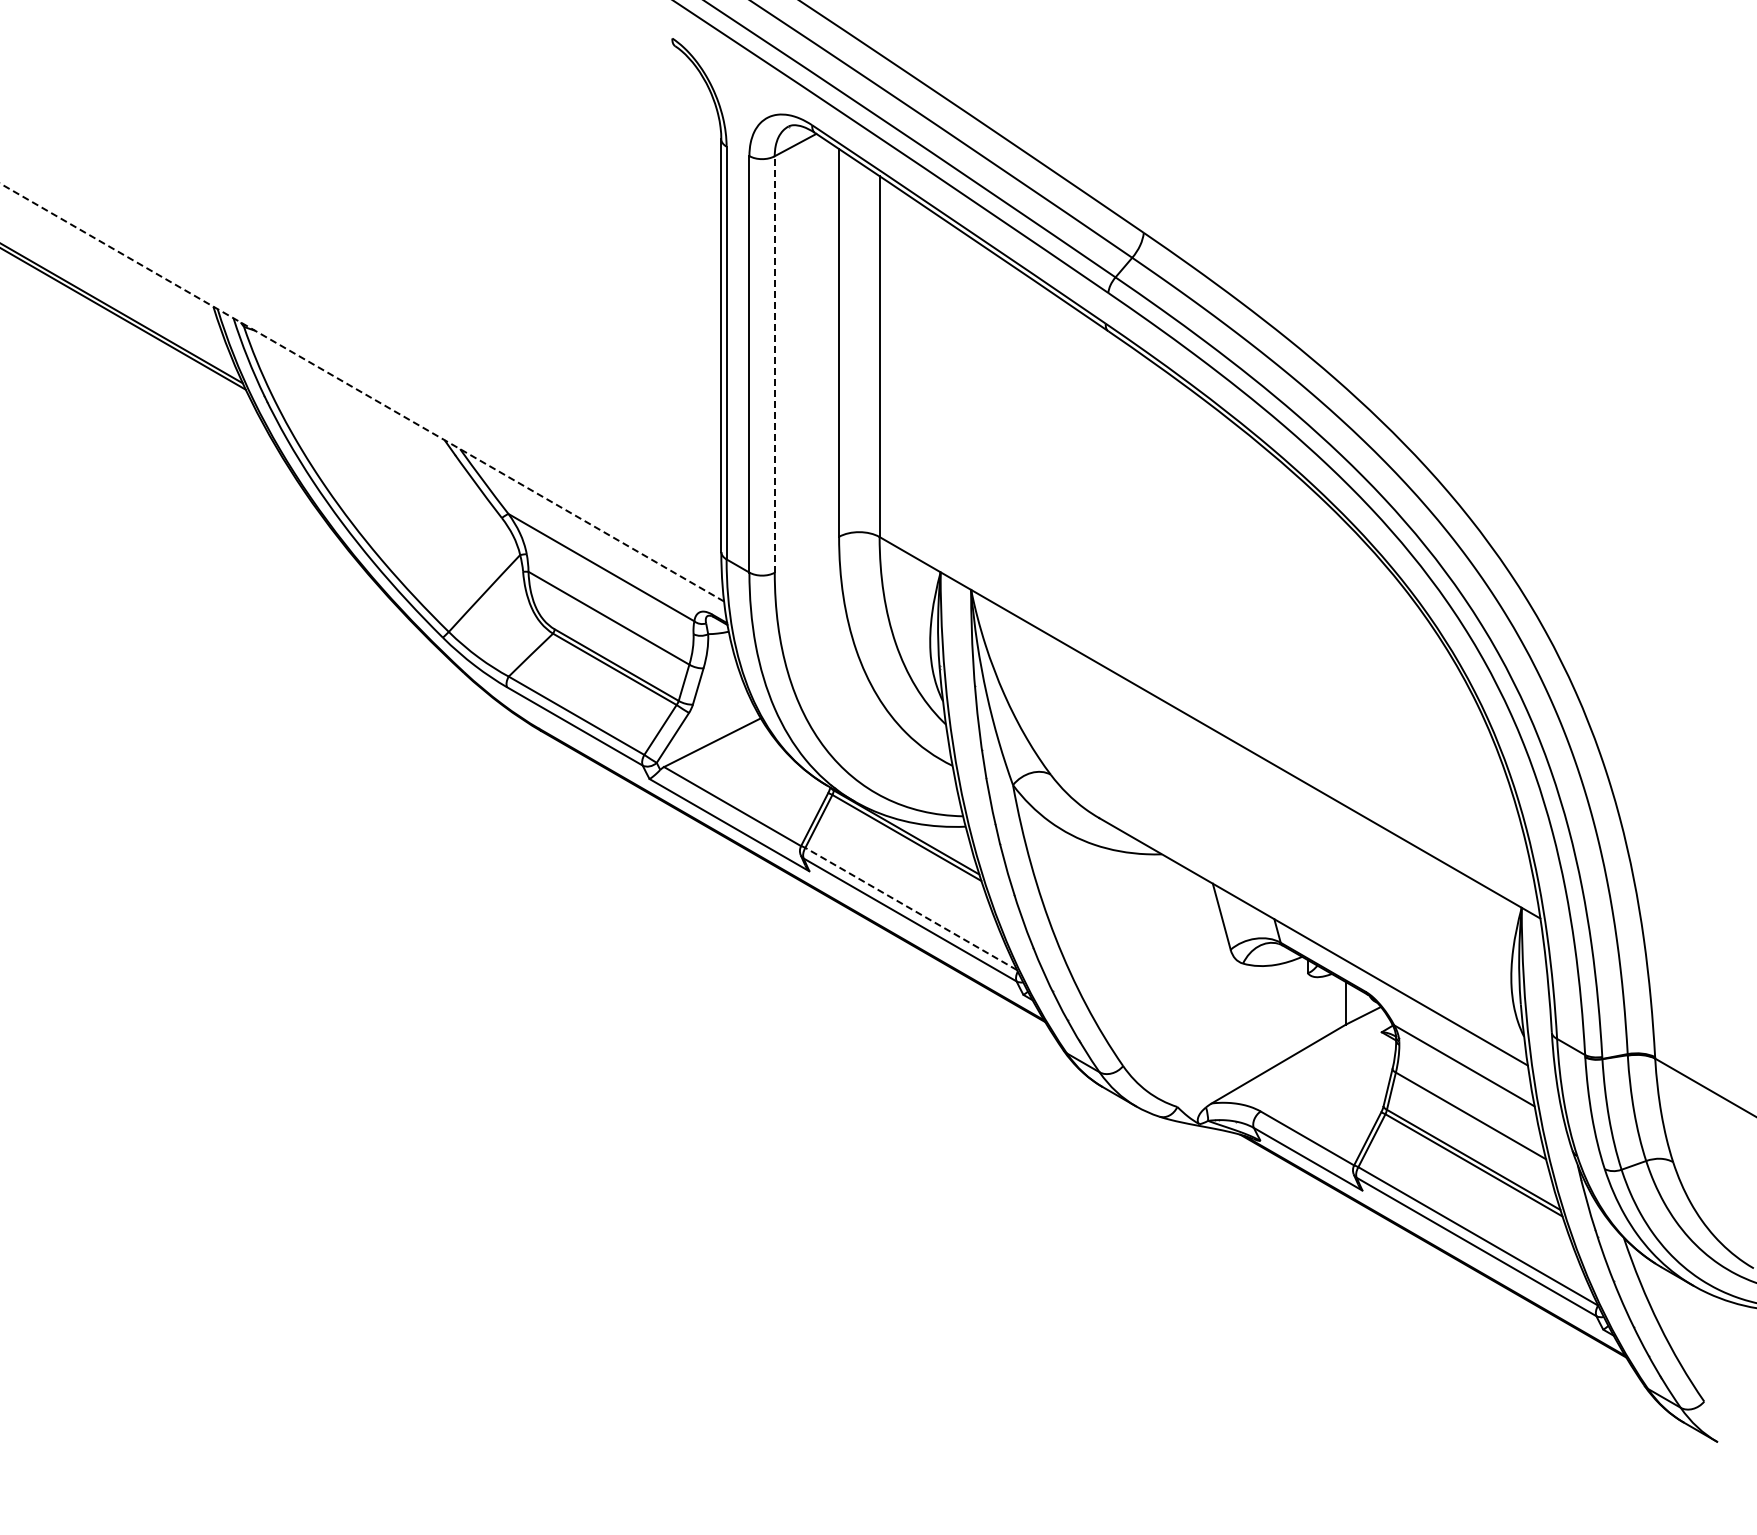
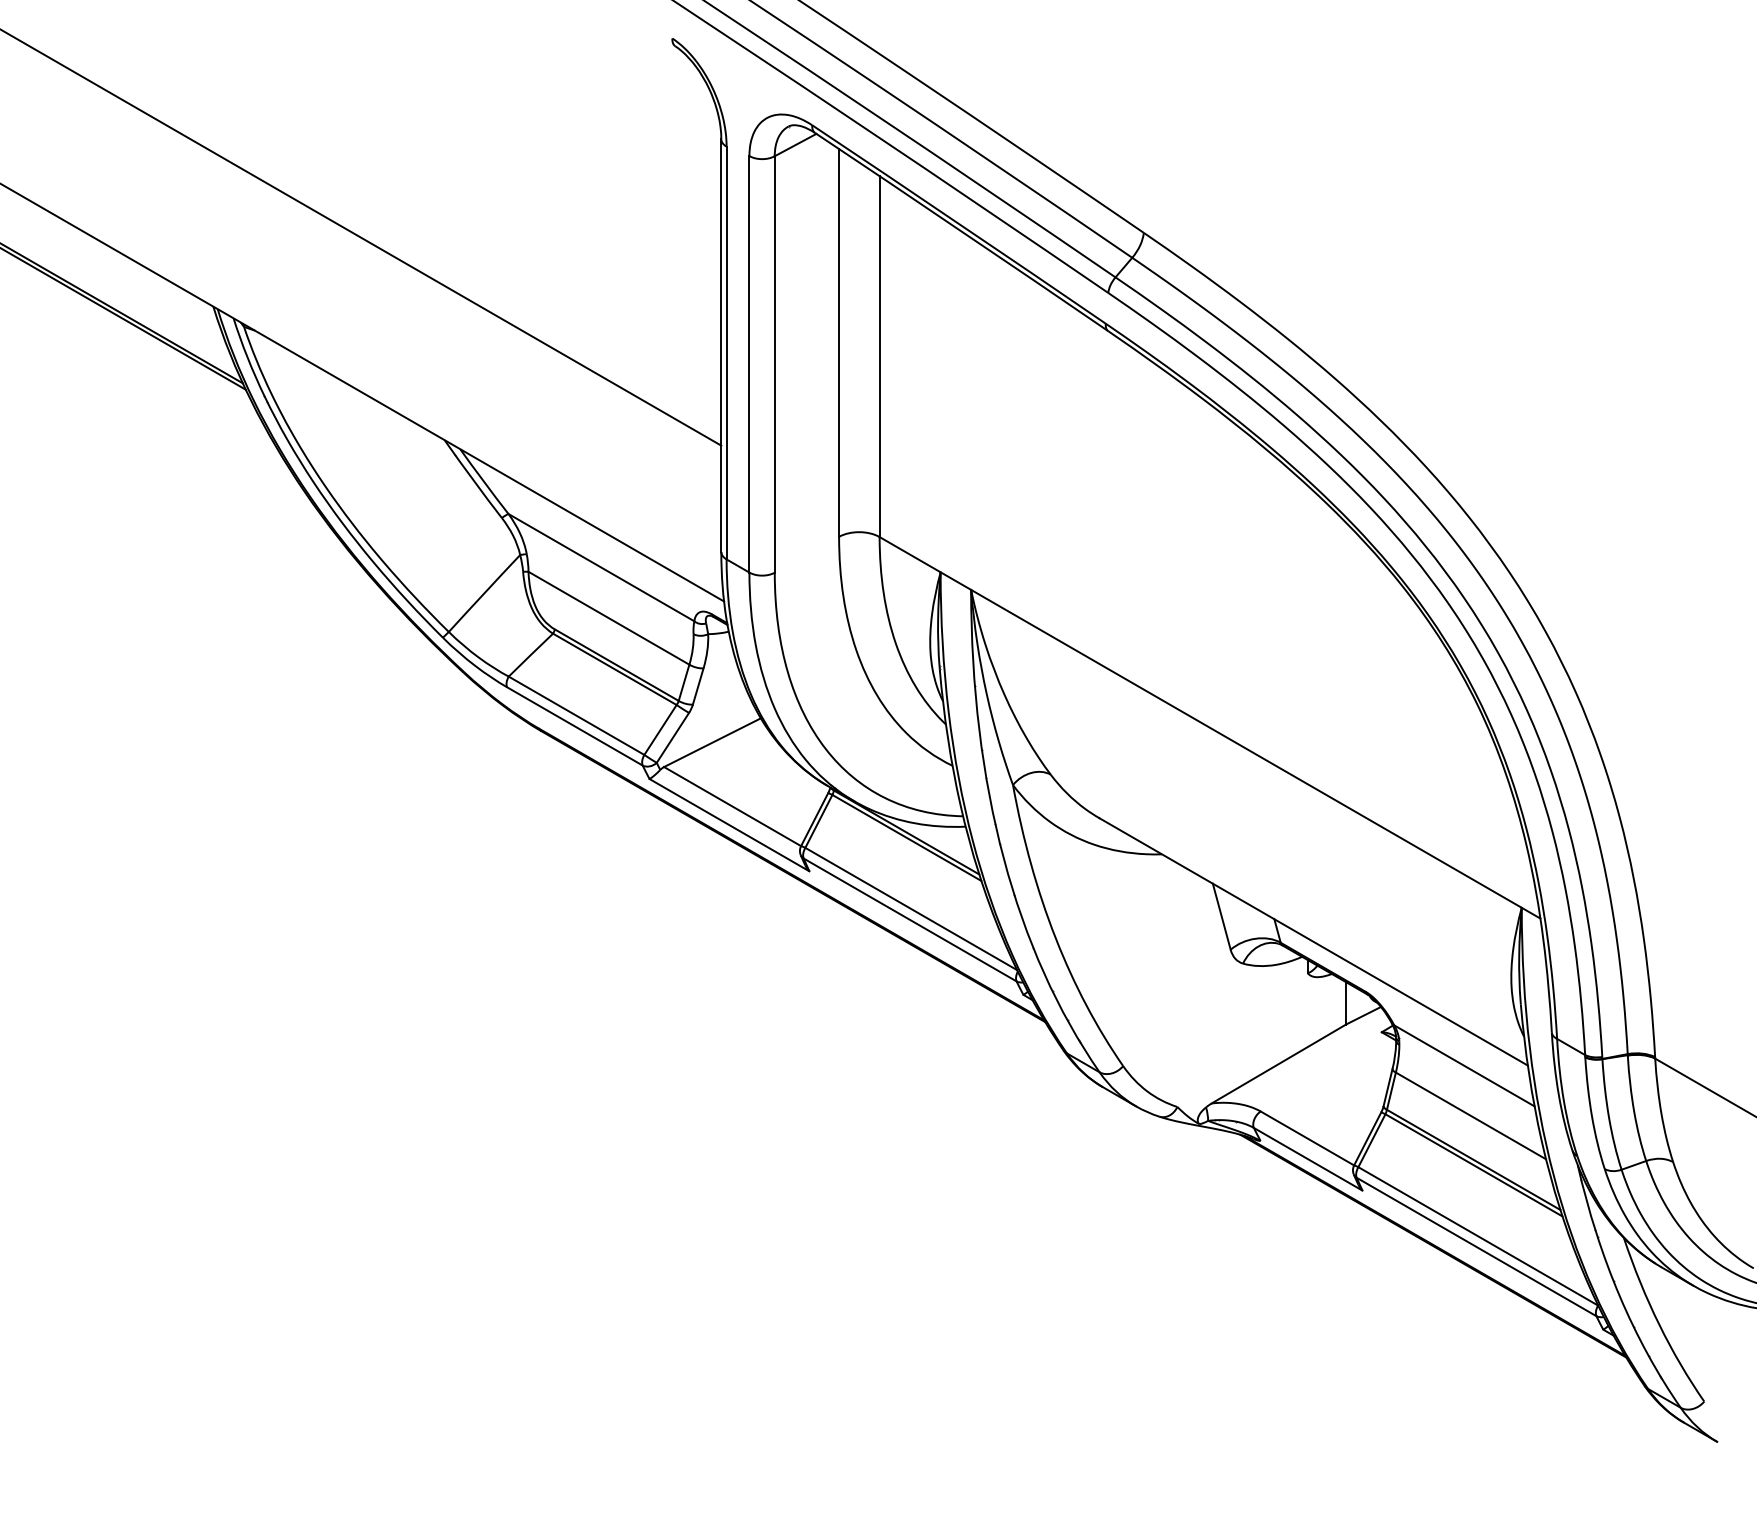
line at (361, 237): none -> present
line at (774, 363): dashed -> solid
line at (362, 392): dashed -> solid
line at (910, 908): dashed -> solid
